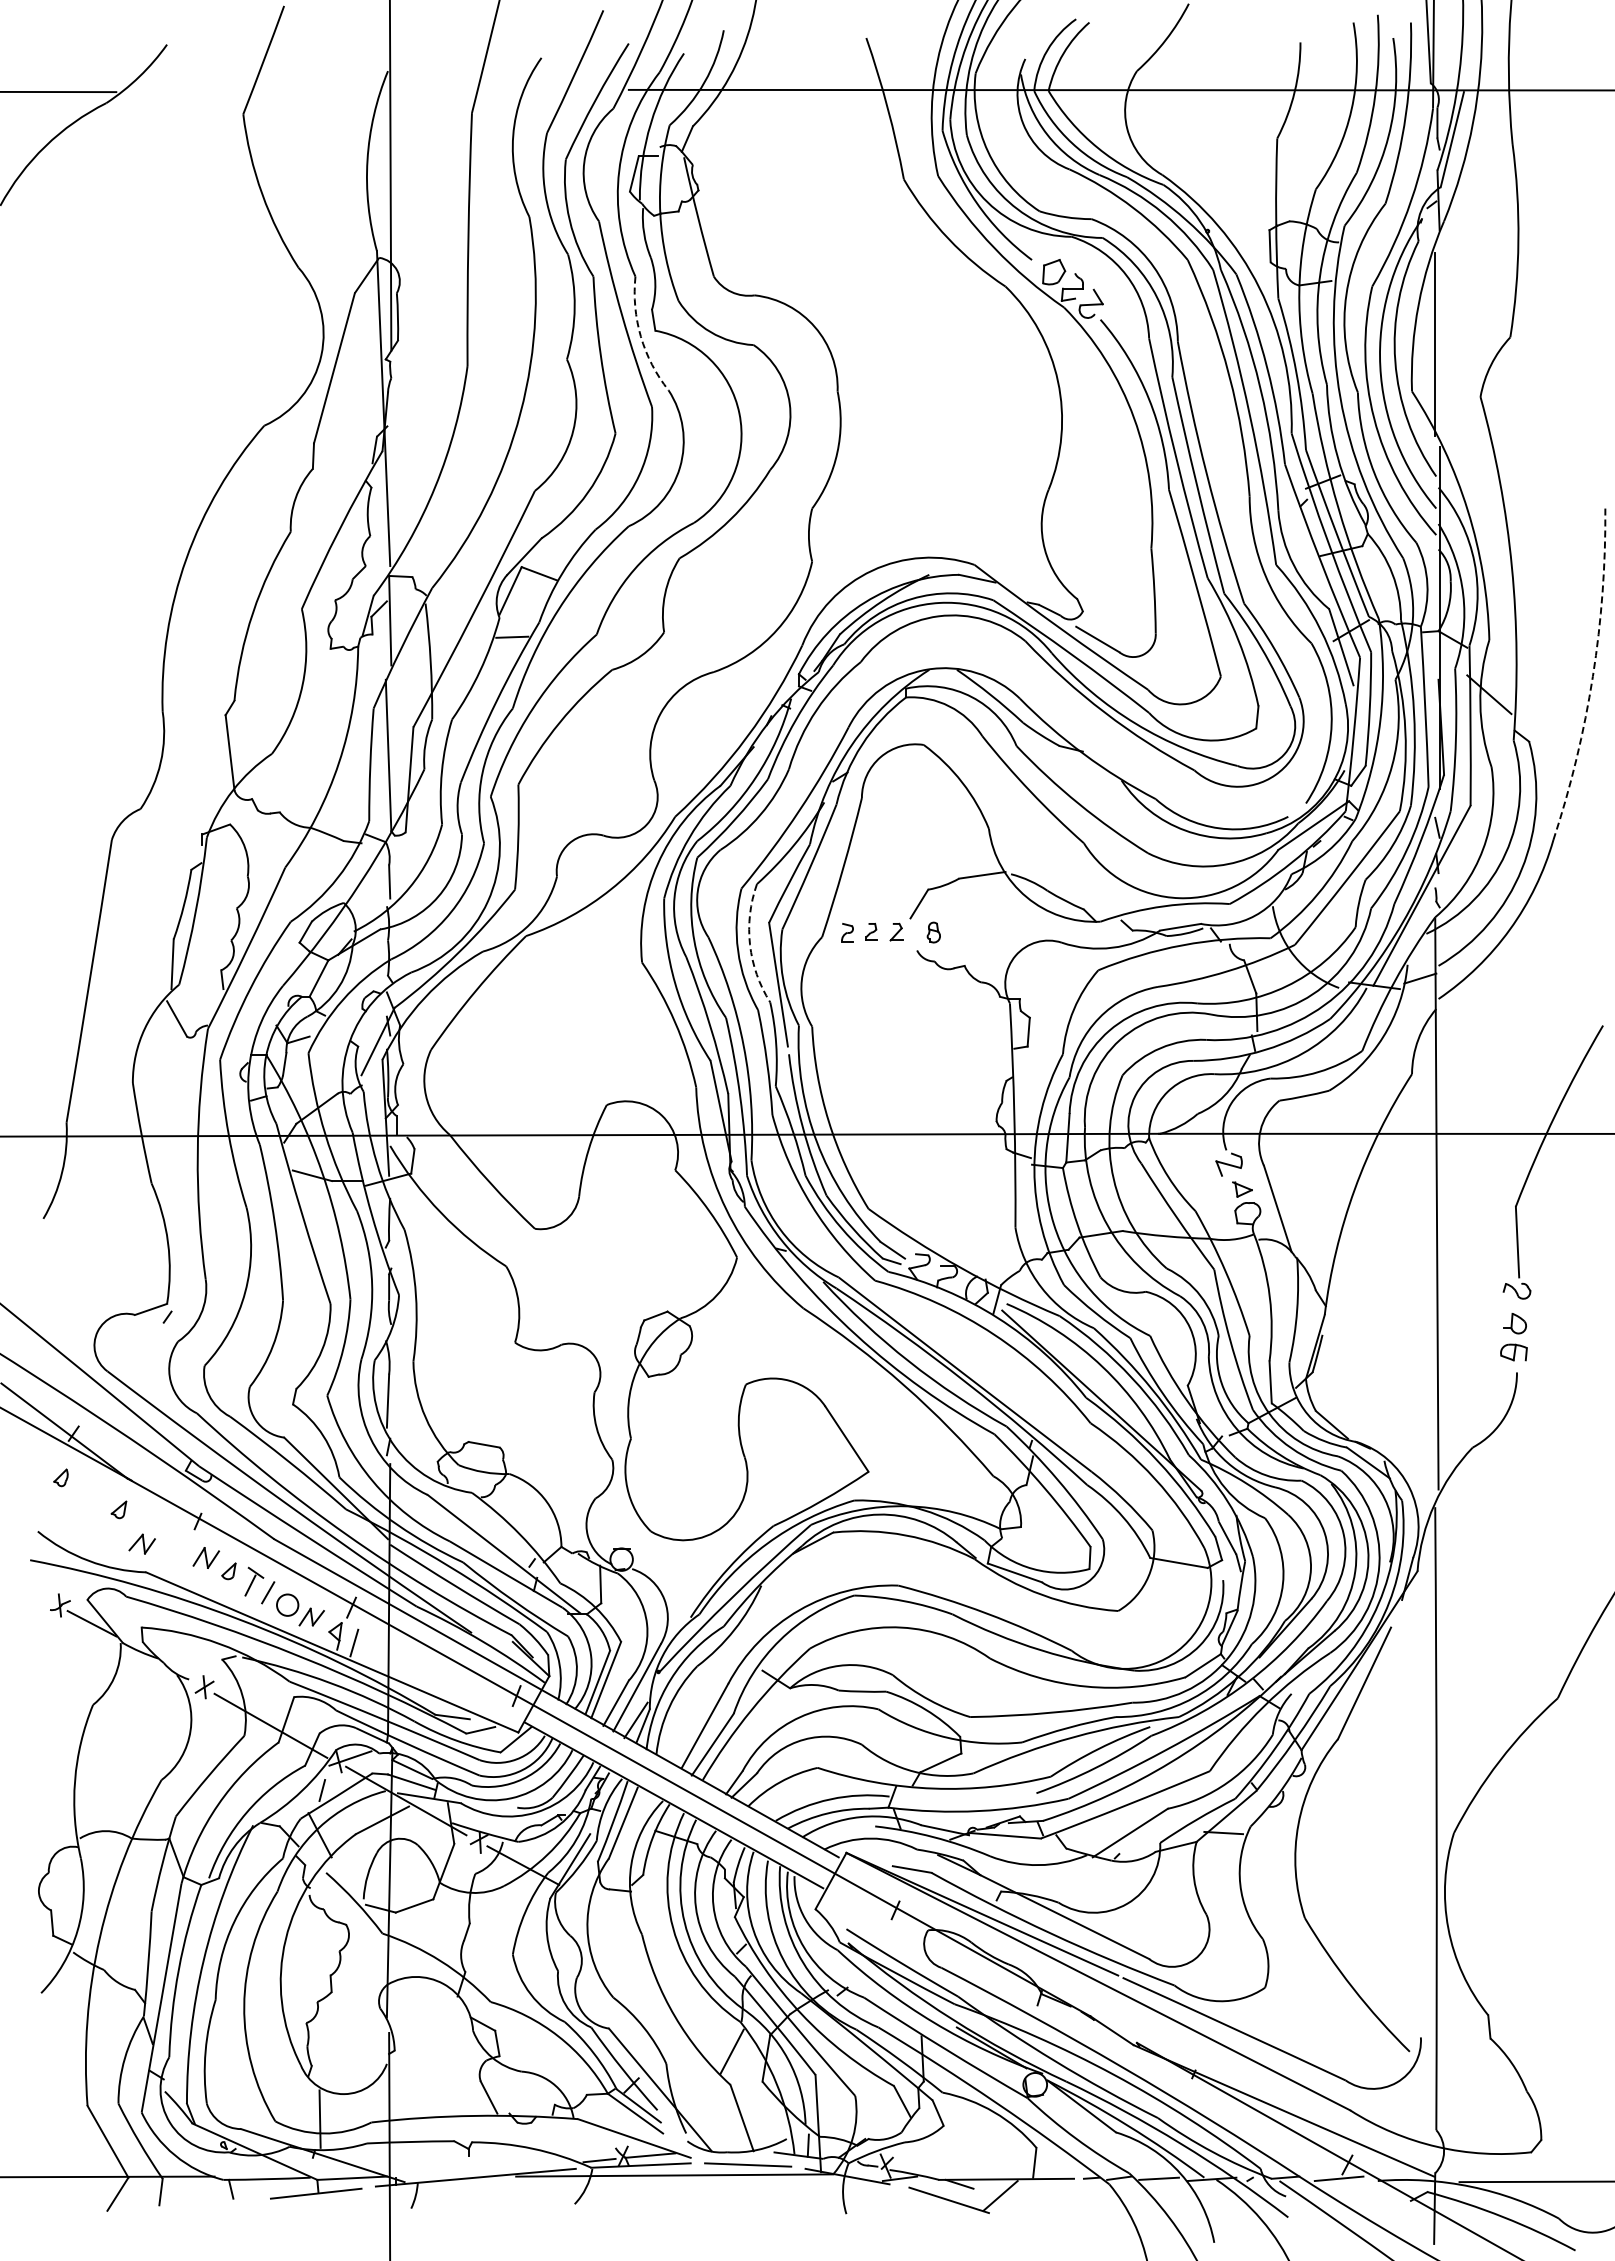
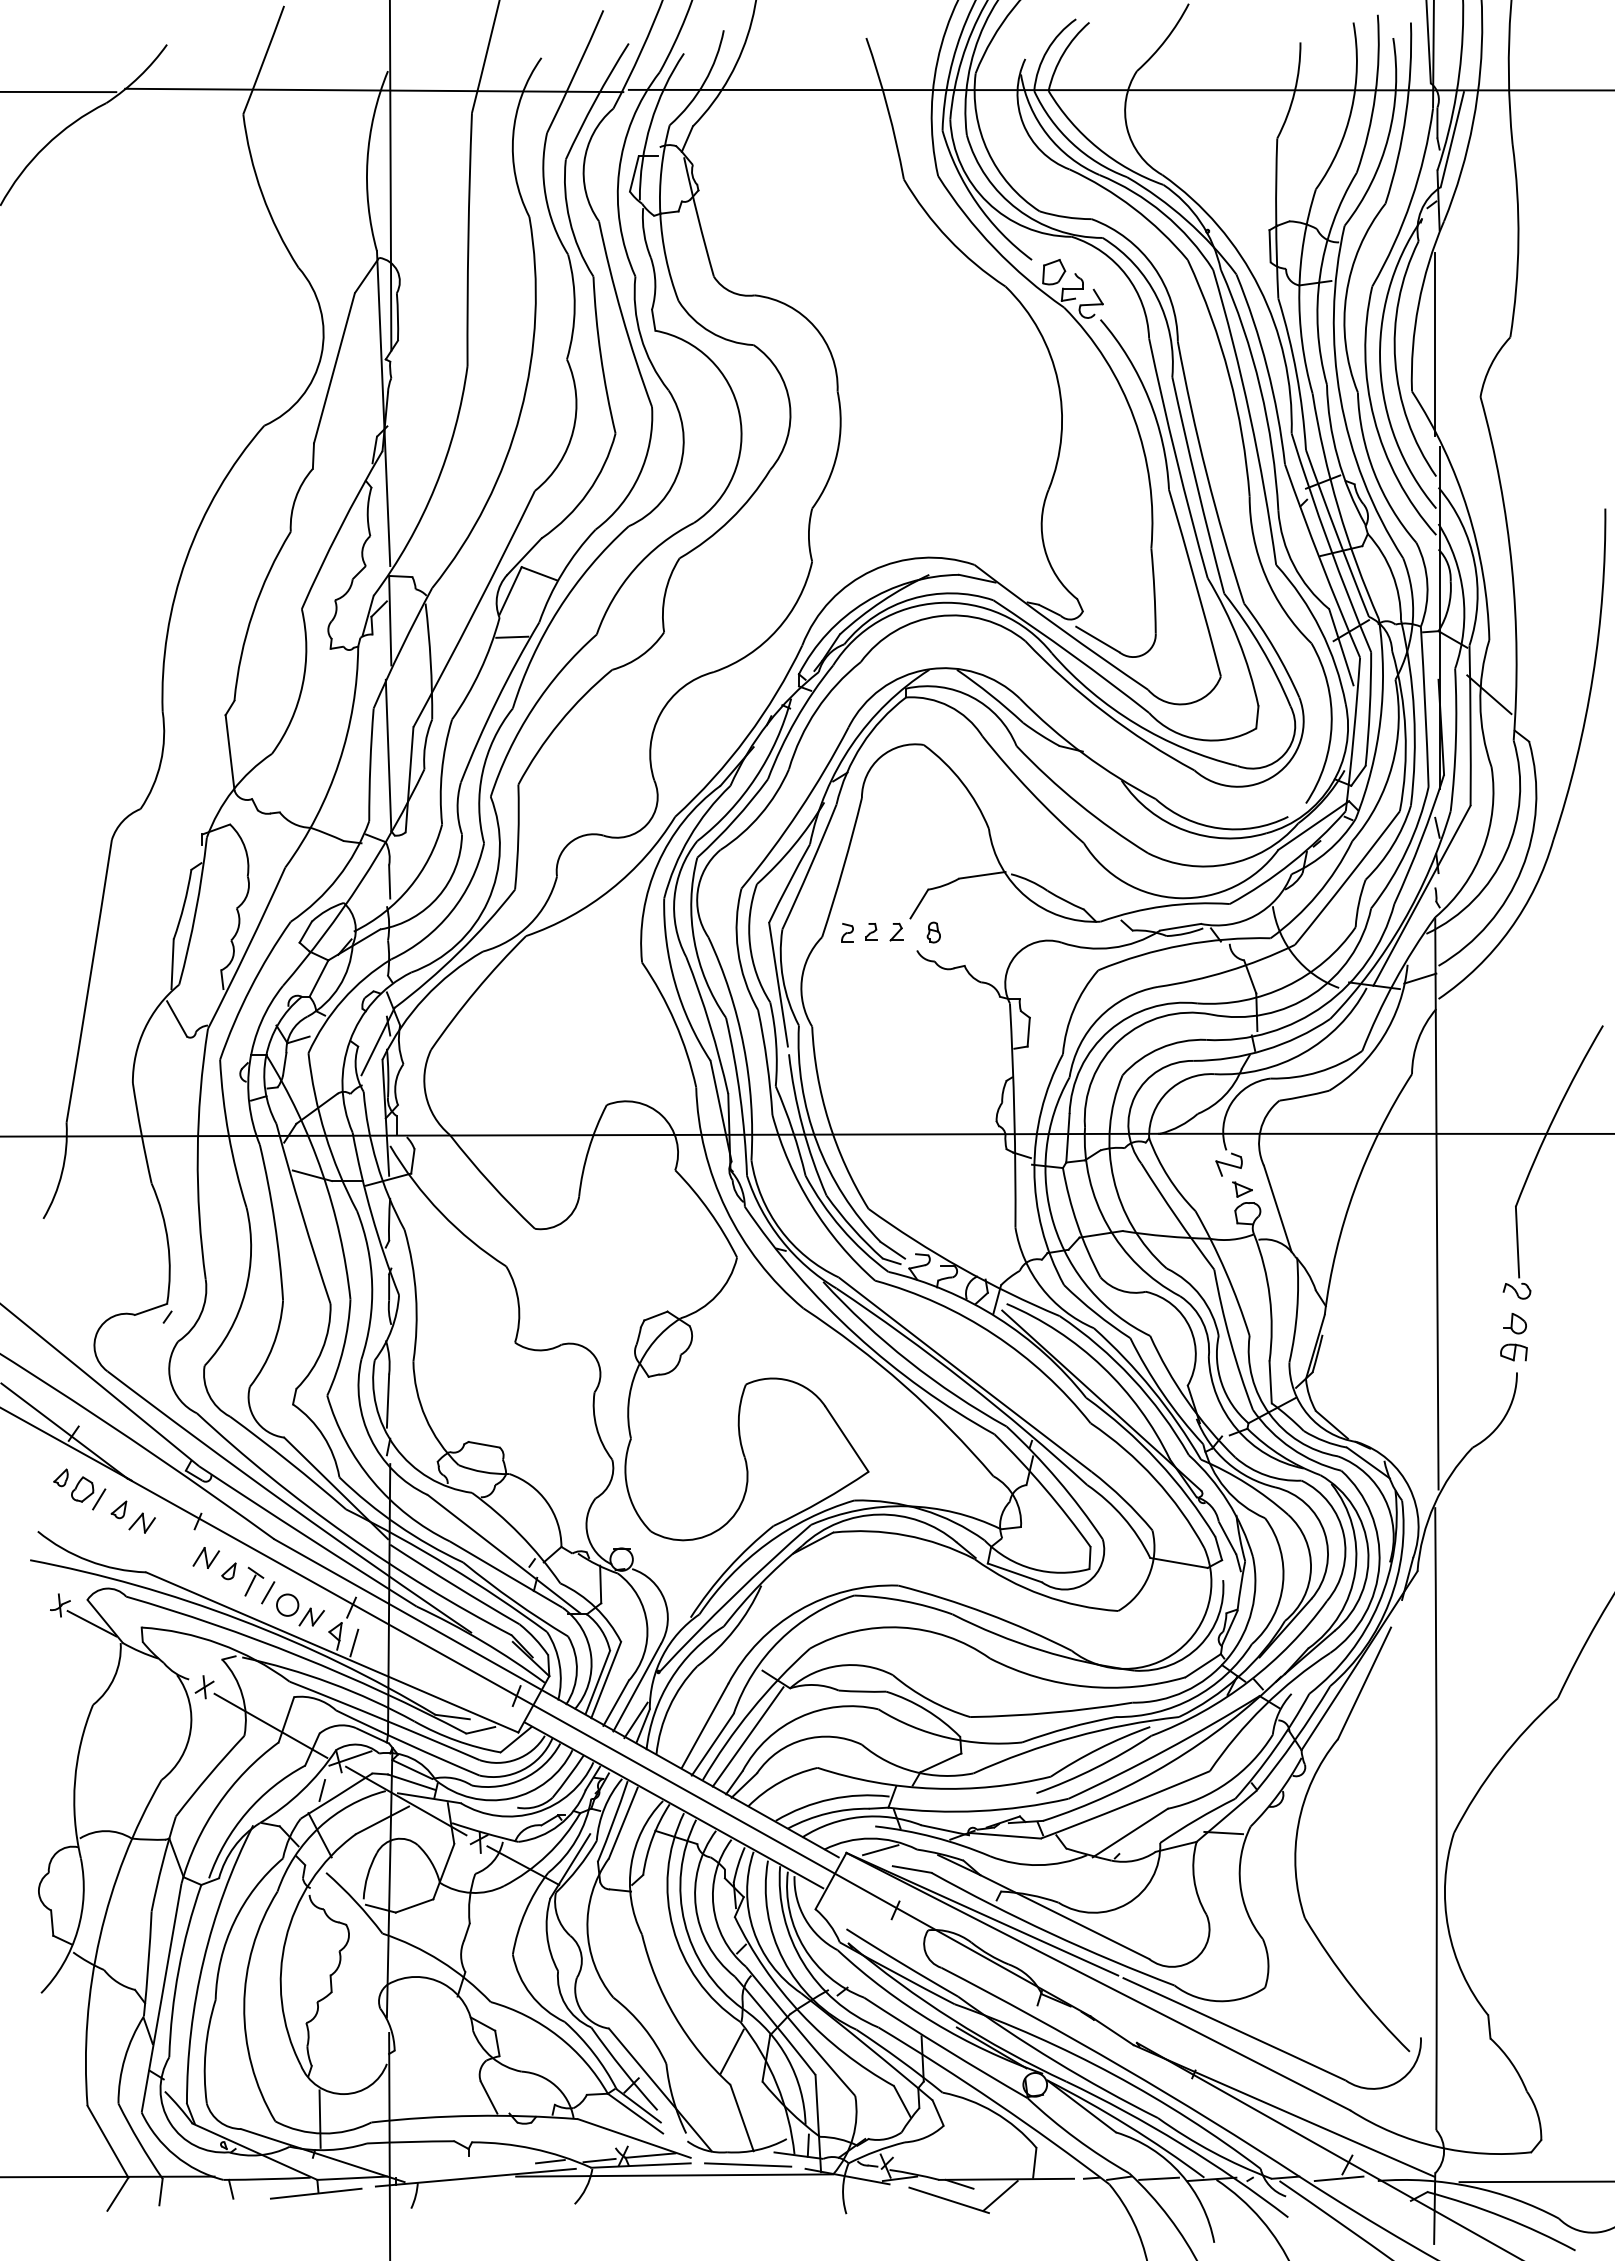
line at (374, 90): none -> present
arc at (640, 336): dashed -> solid
arc at (1592, 676): dashed -> solid
arc at (750, 944): dashed -> solid
part at (88, 1493): none -> present
part at (141, 1543) position: (141, 1543) -> (141, 1522)
line at (747, 1736): none -> present
line at (880, 1850): none -> present
line at (550, 2161): none -> present
